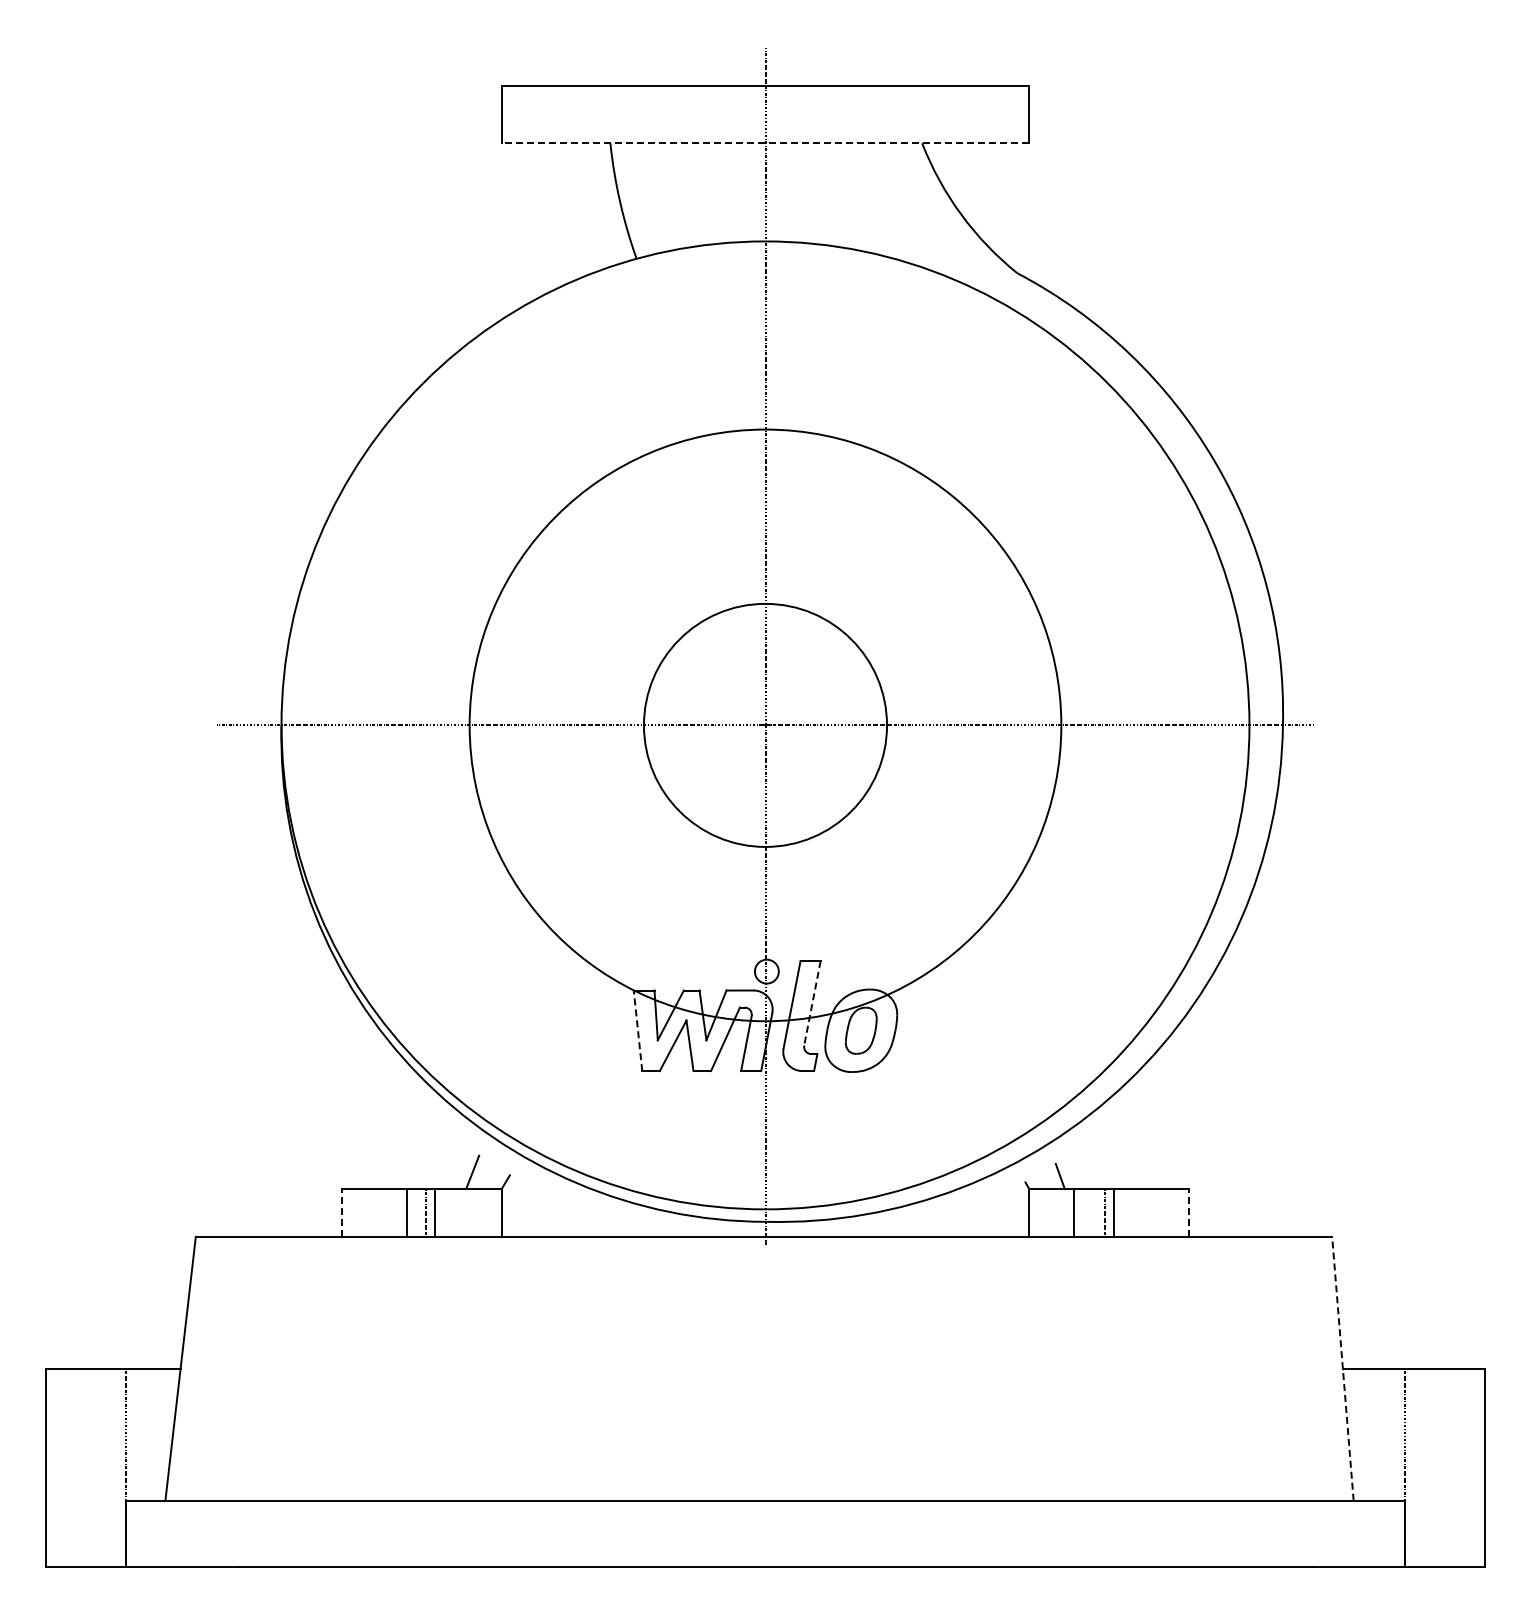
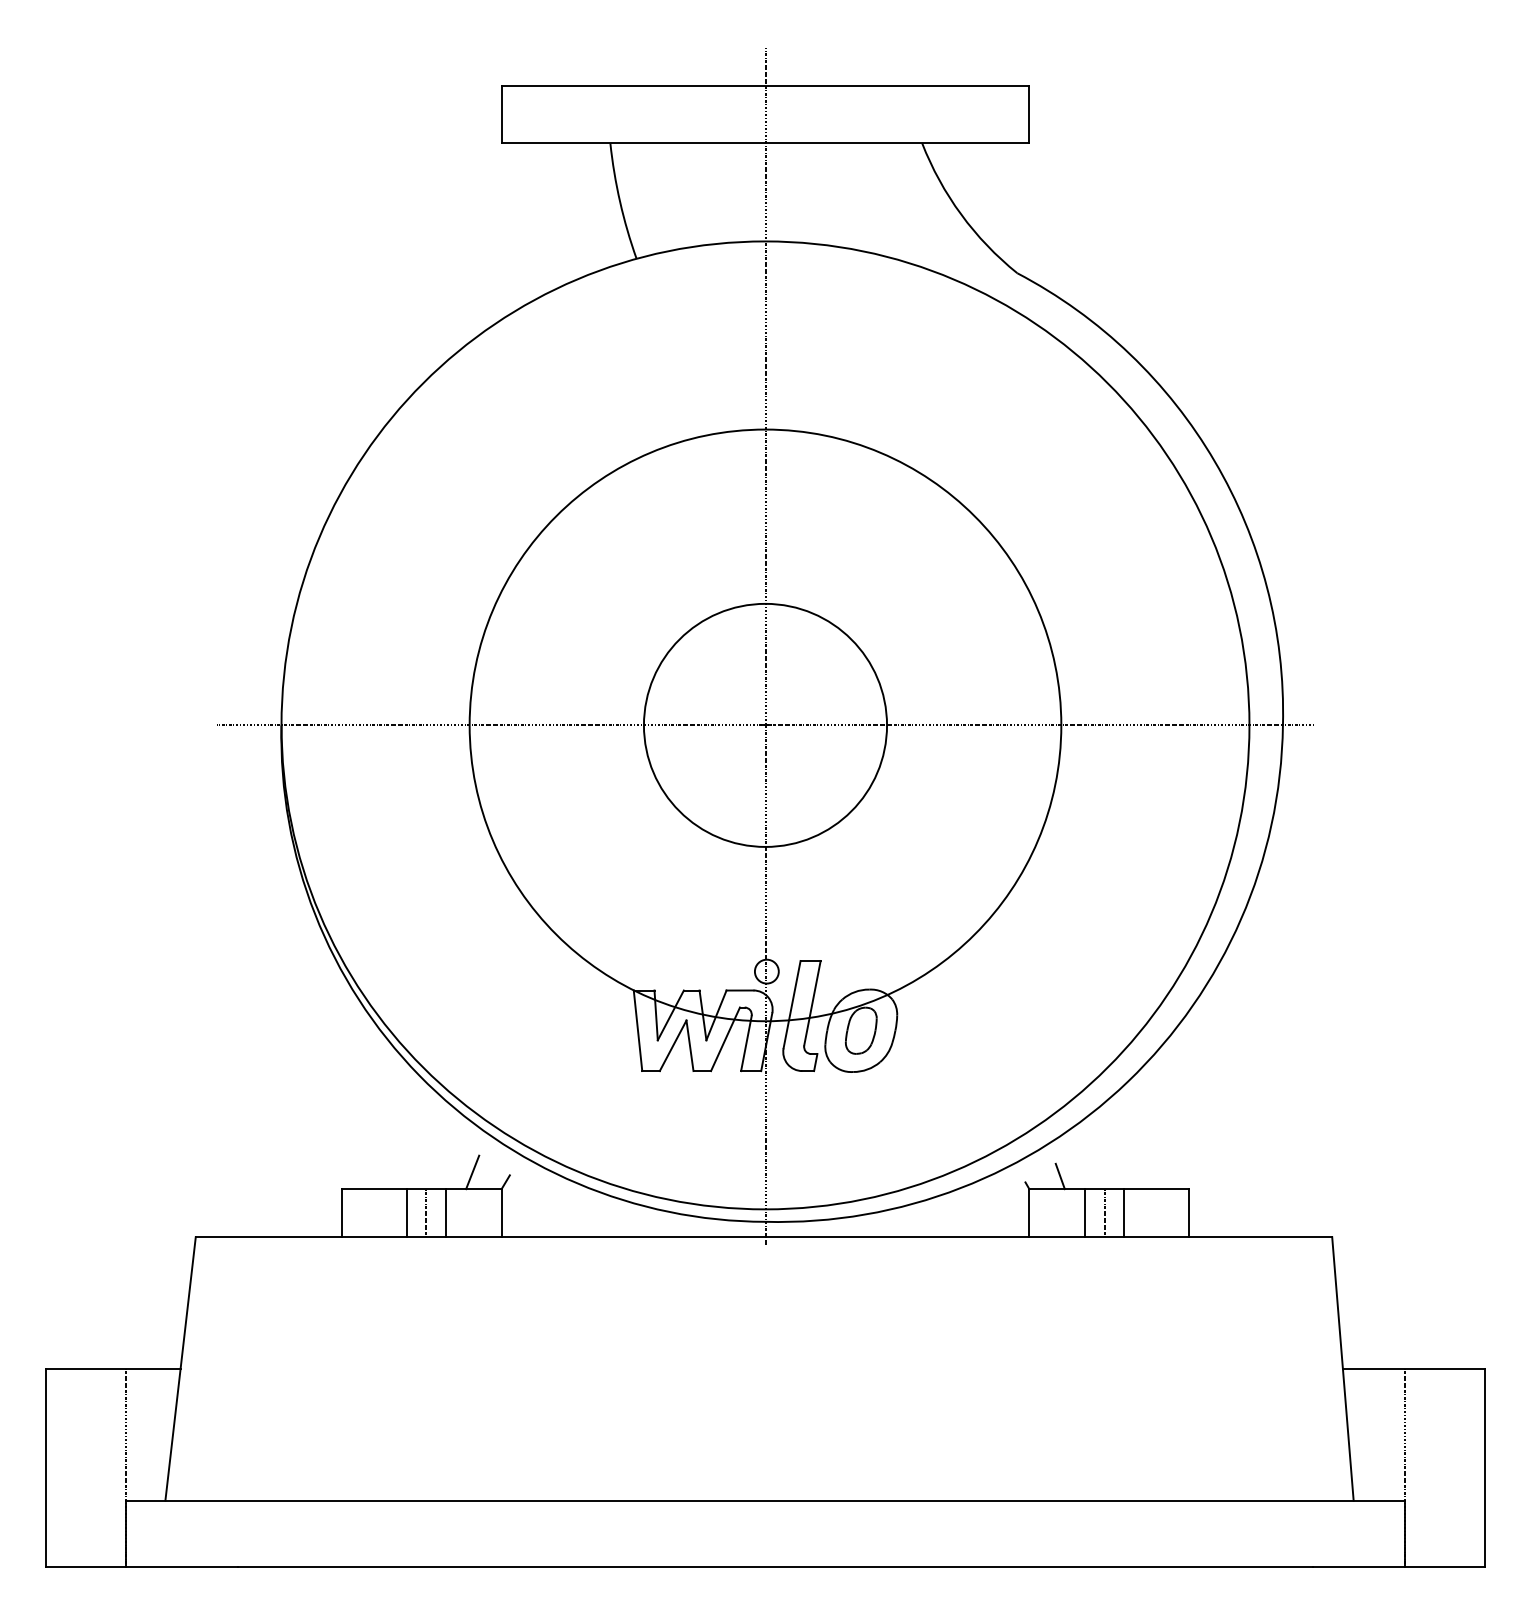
line at (765, 143): dashed -> solid
line at (812, 1003): dashed -> solid
line at (637, 1030): dashed -> solid
line at (341, 1213): dashed -> solid
line at (434, 1213) position: (434, 1213) -> (445, 1213)
line at (1074, 1213) position: (1074, 1213) -> (1085, 1213)
line at (1113, 1213) position: (1113, 1213) -> (1123, 1213)
line at (1189, 1213): dashed -> solid
line at (1342, 1368): dashed -> solid
